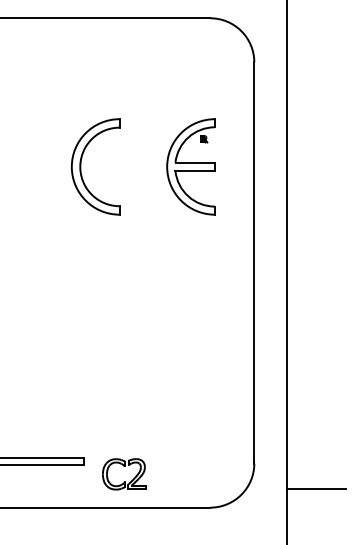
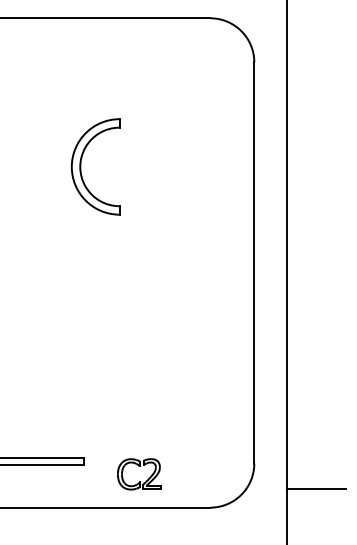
part at (190, 166): present -> none
part at (124, 481) position: (124, 481) -> (139, 481)
